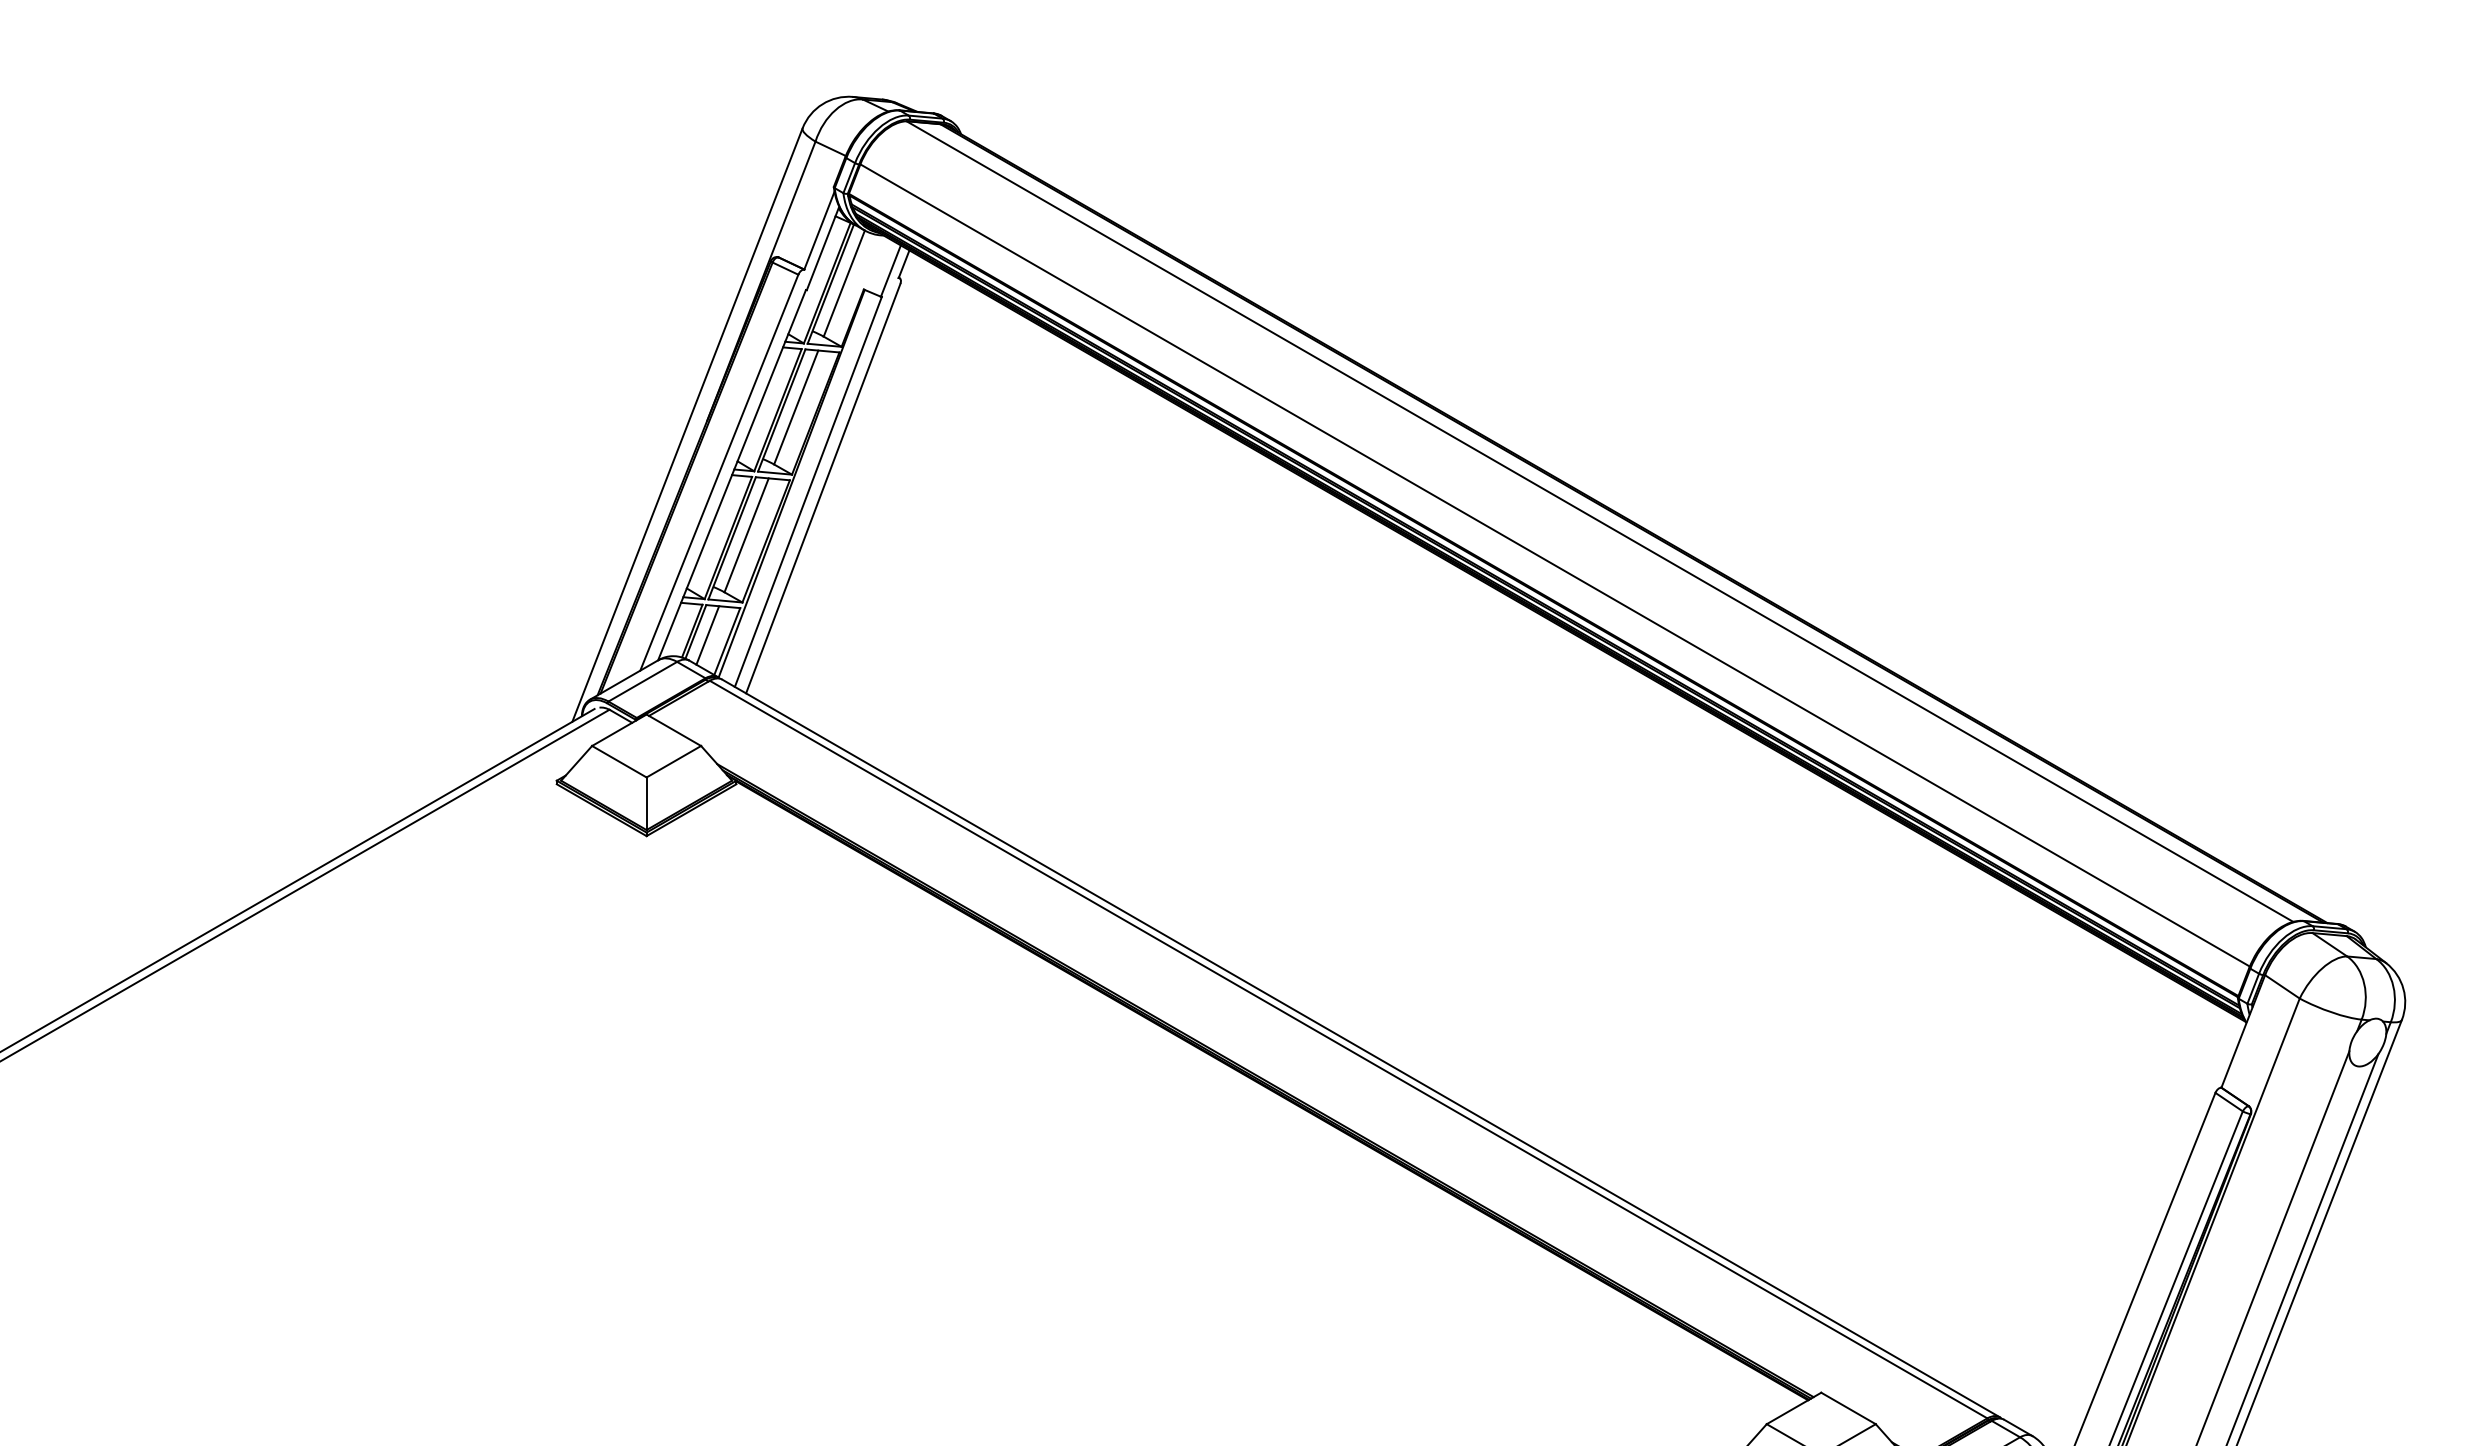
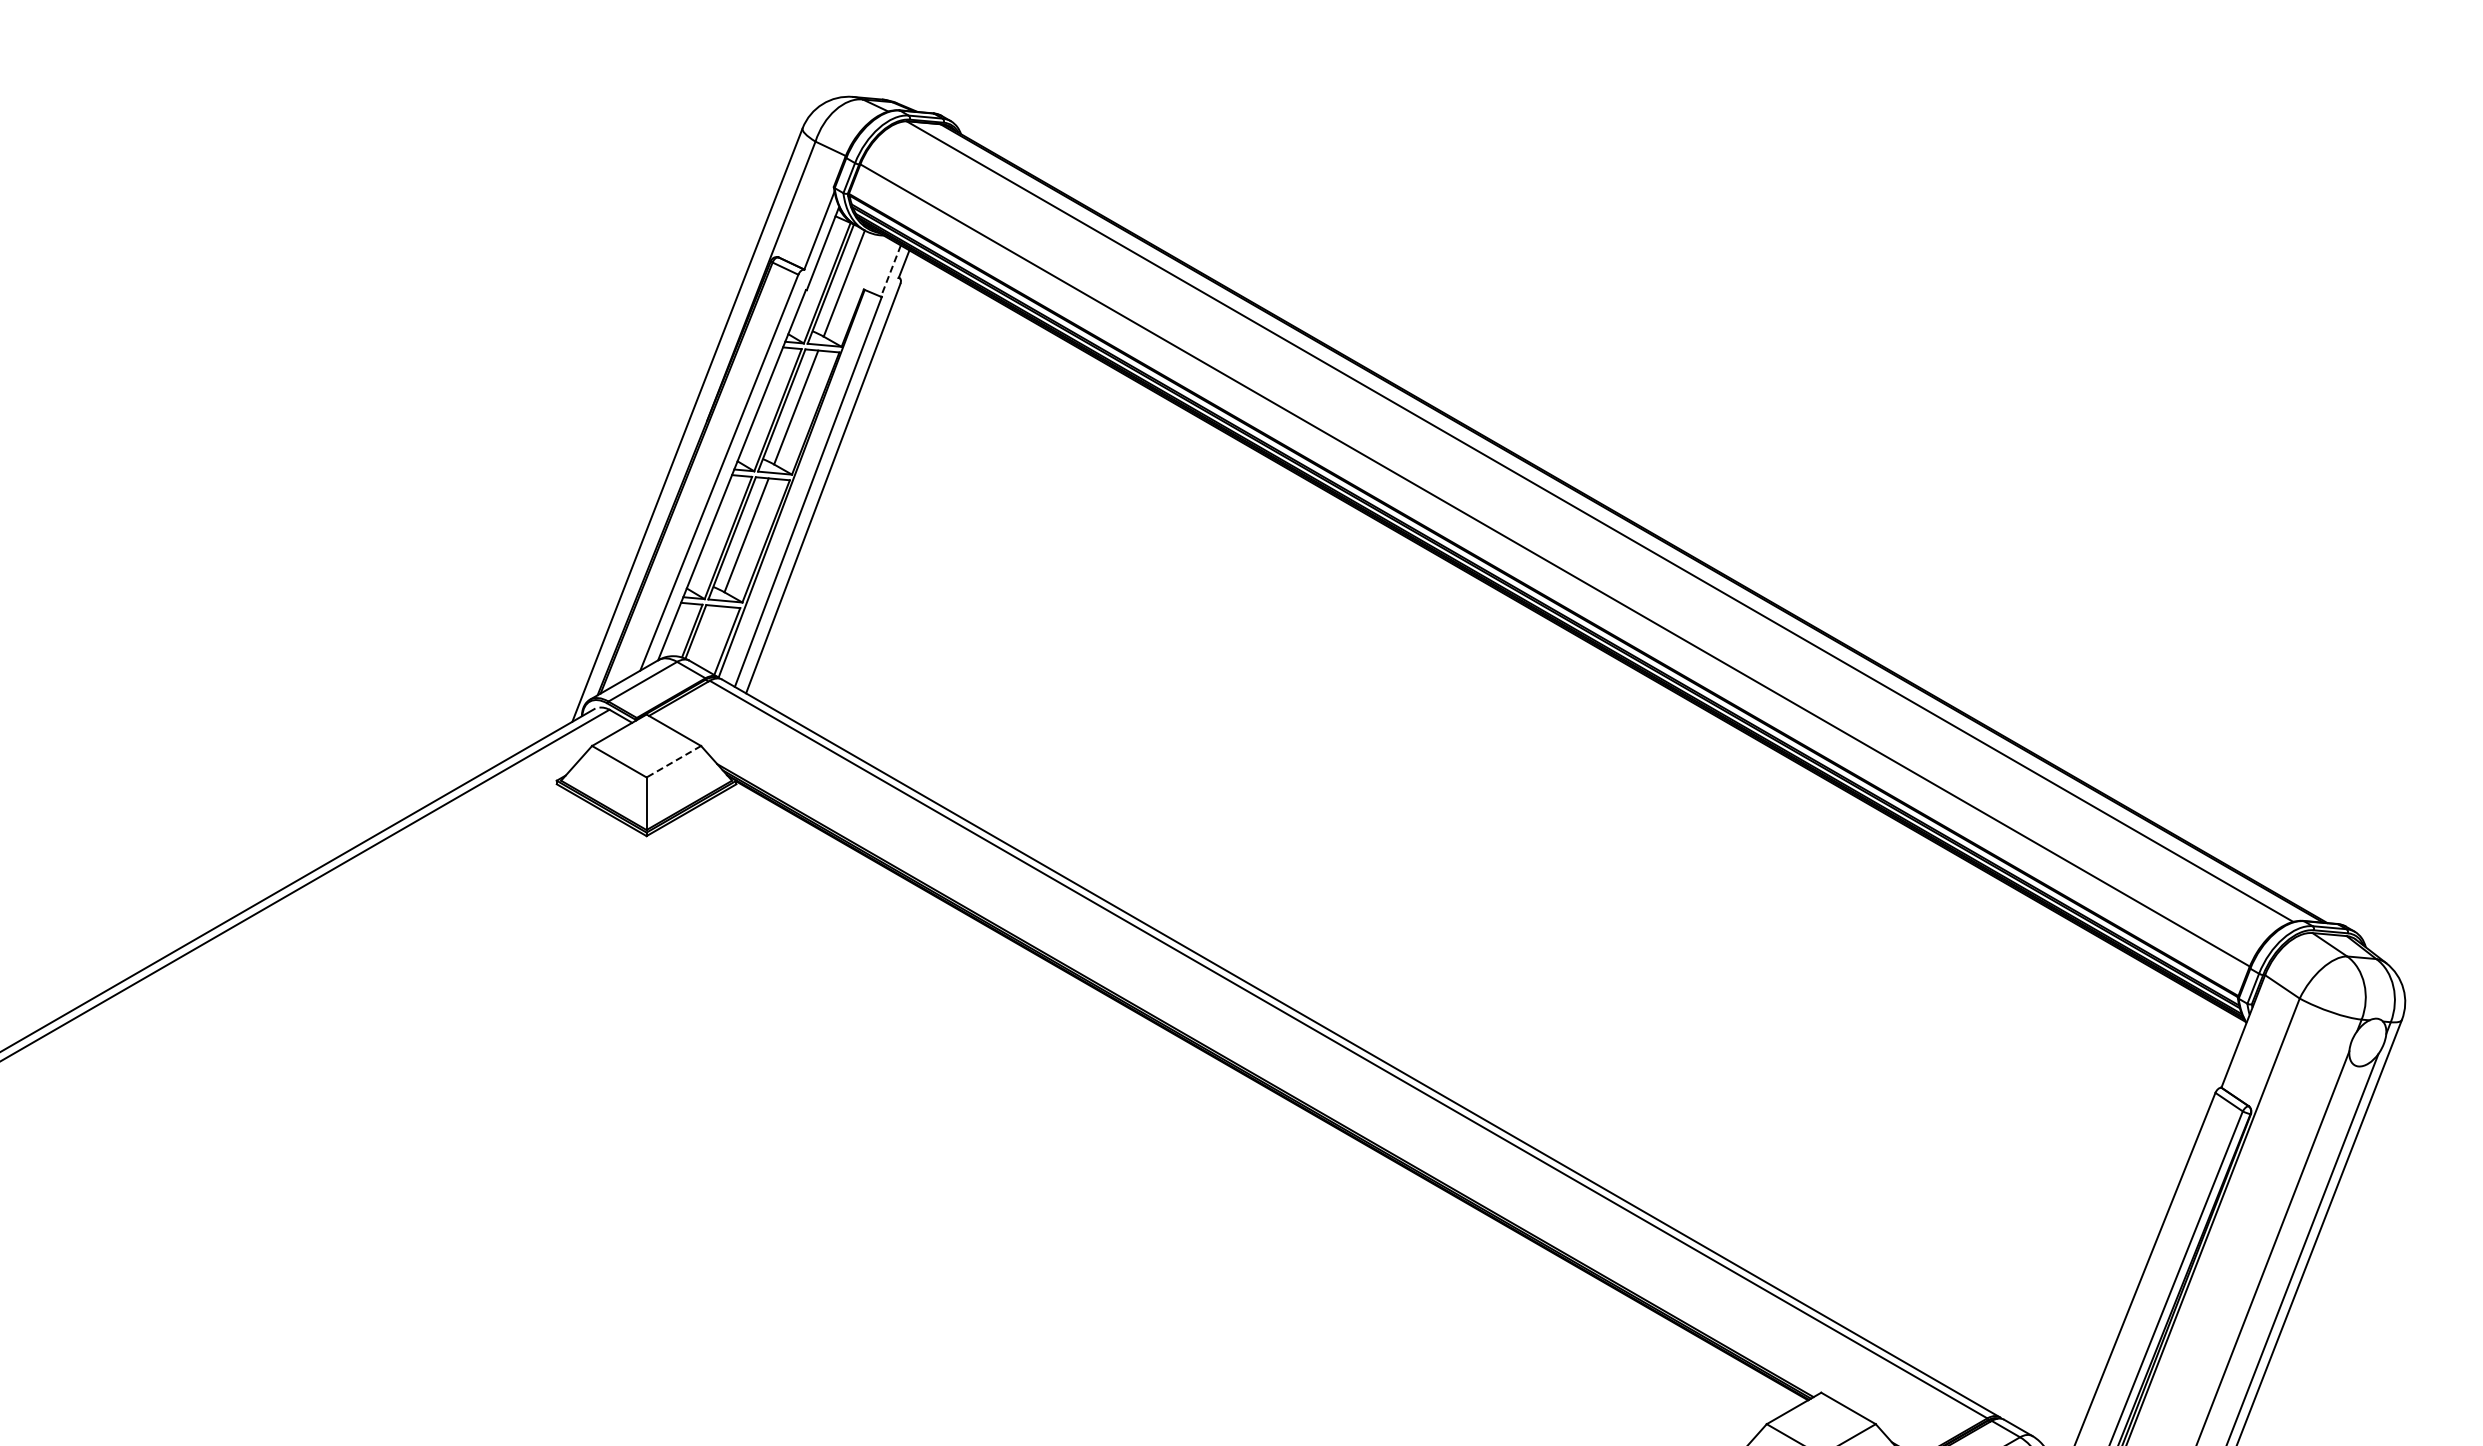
line at (890, 271): solid -> dashed
line at (707, 635): present -> none
line at (673, 761): solid -> dashed
